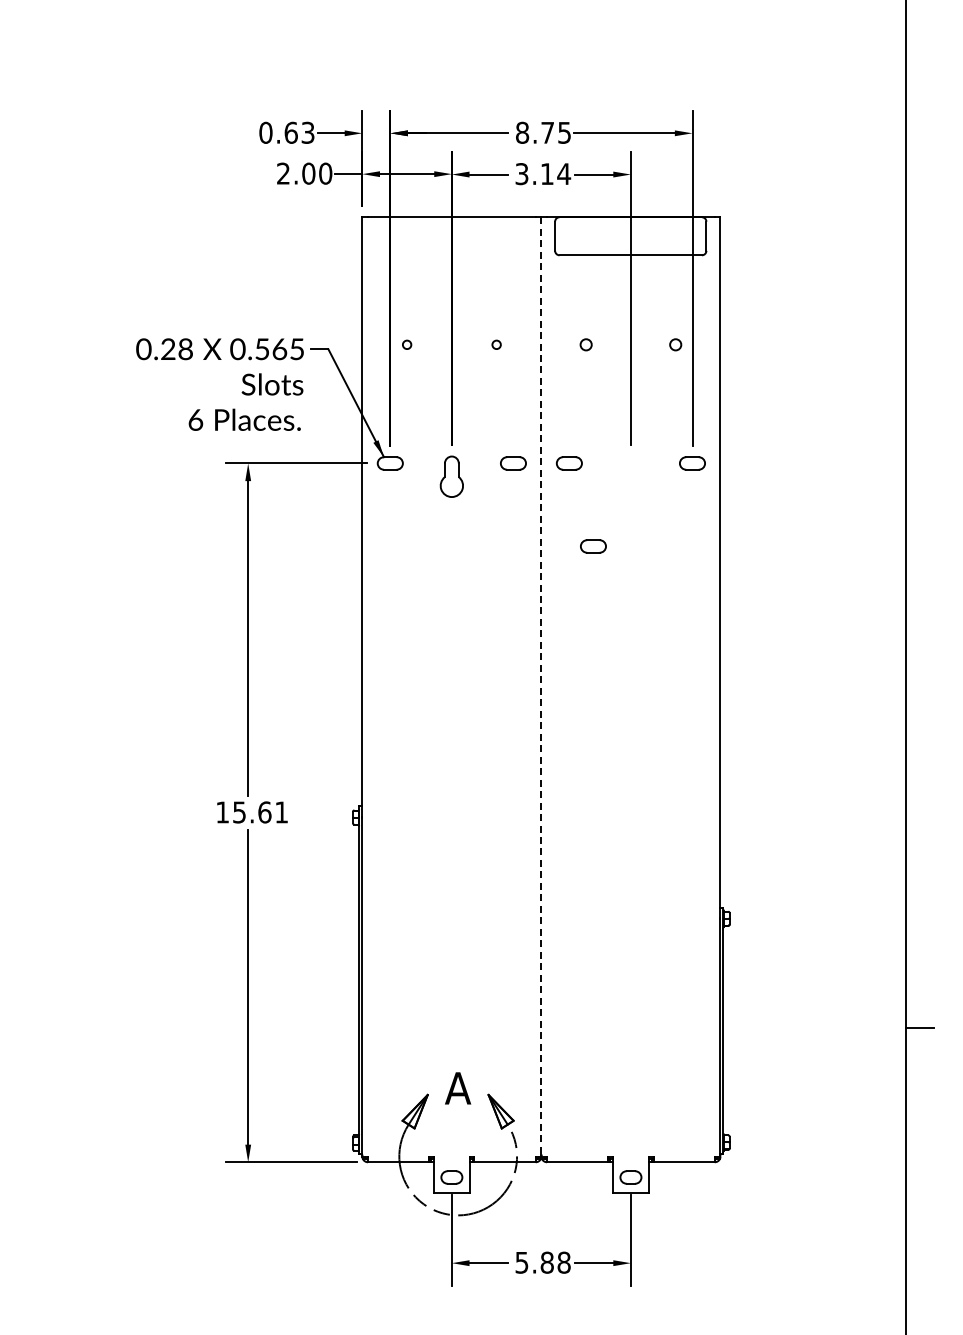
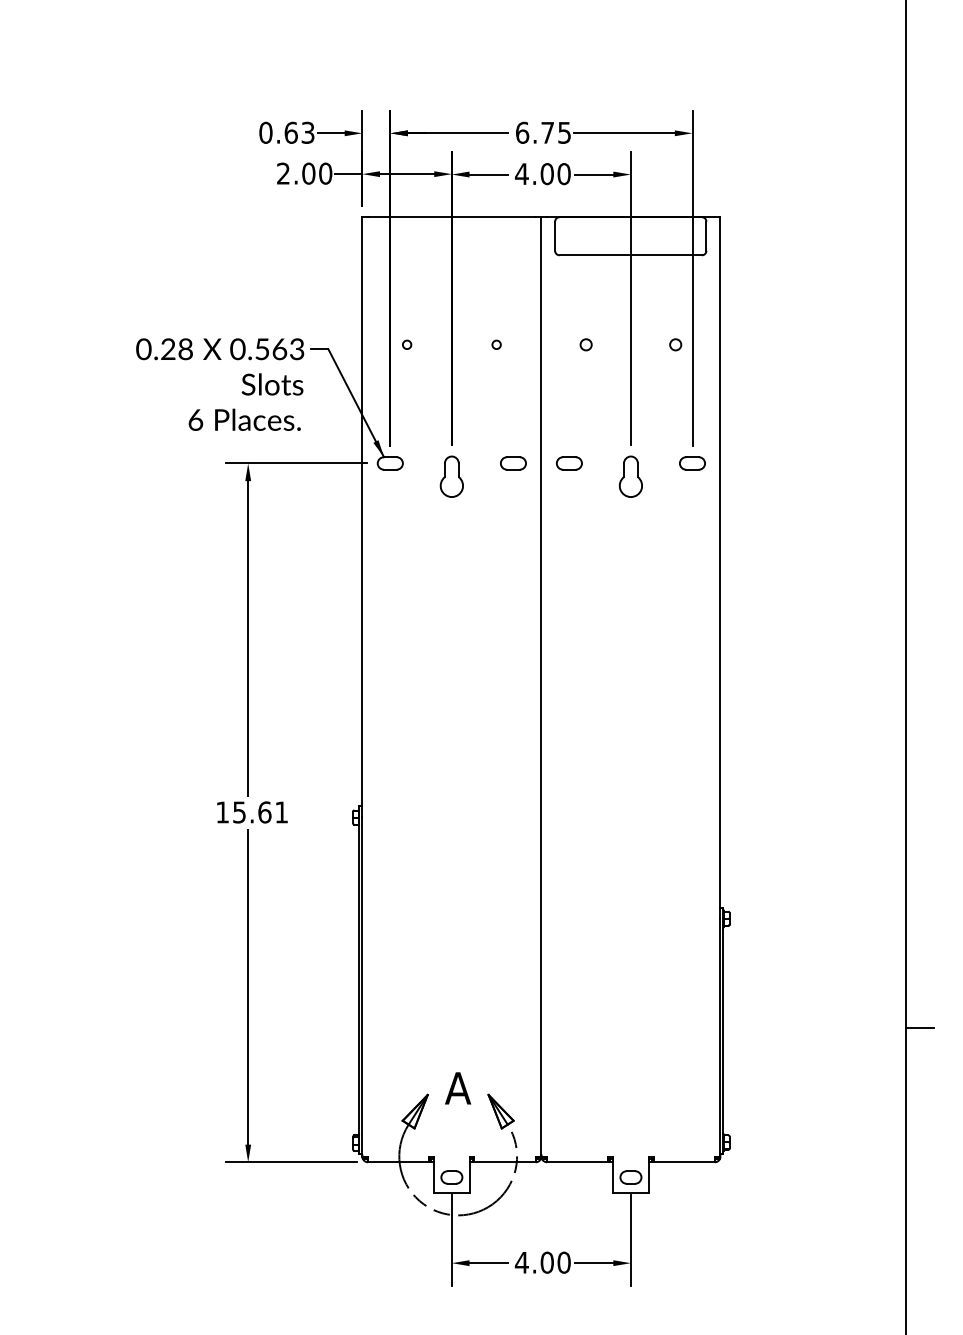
text at (522, 132): 8.75 -> 6.75
text at (543, 174): 3.14 -> 4.00
text at (297, 349): 0.565 -> 0.563
part at (630, 476): none -> present
part at (593, 546): present -> none
line at (541, 685): dashed -> solid
text at (542, 1262): 5.88 -> 4.00
